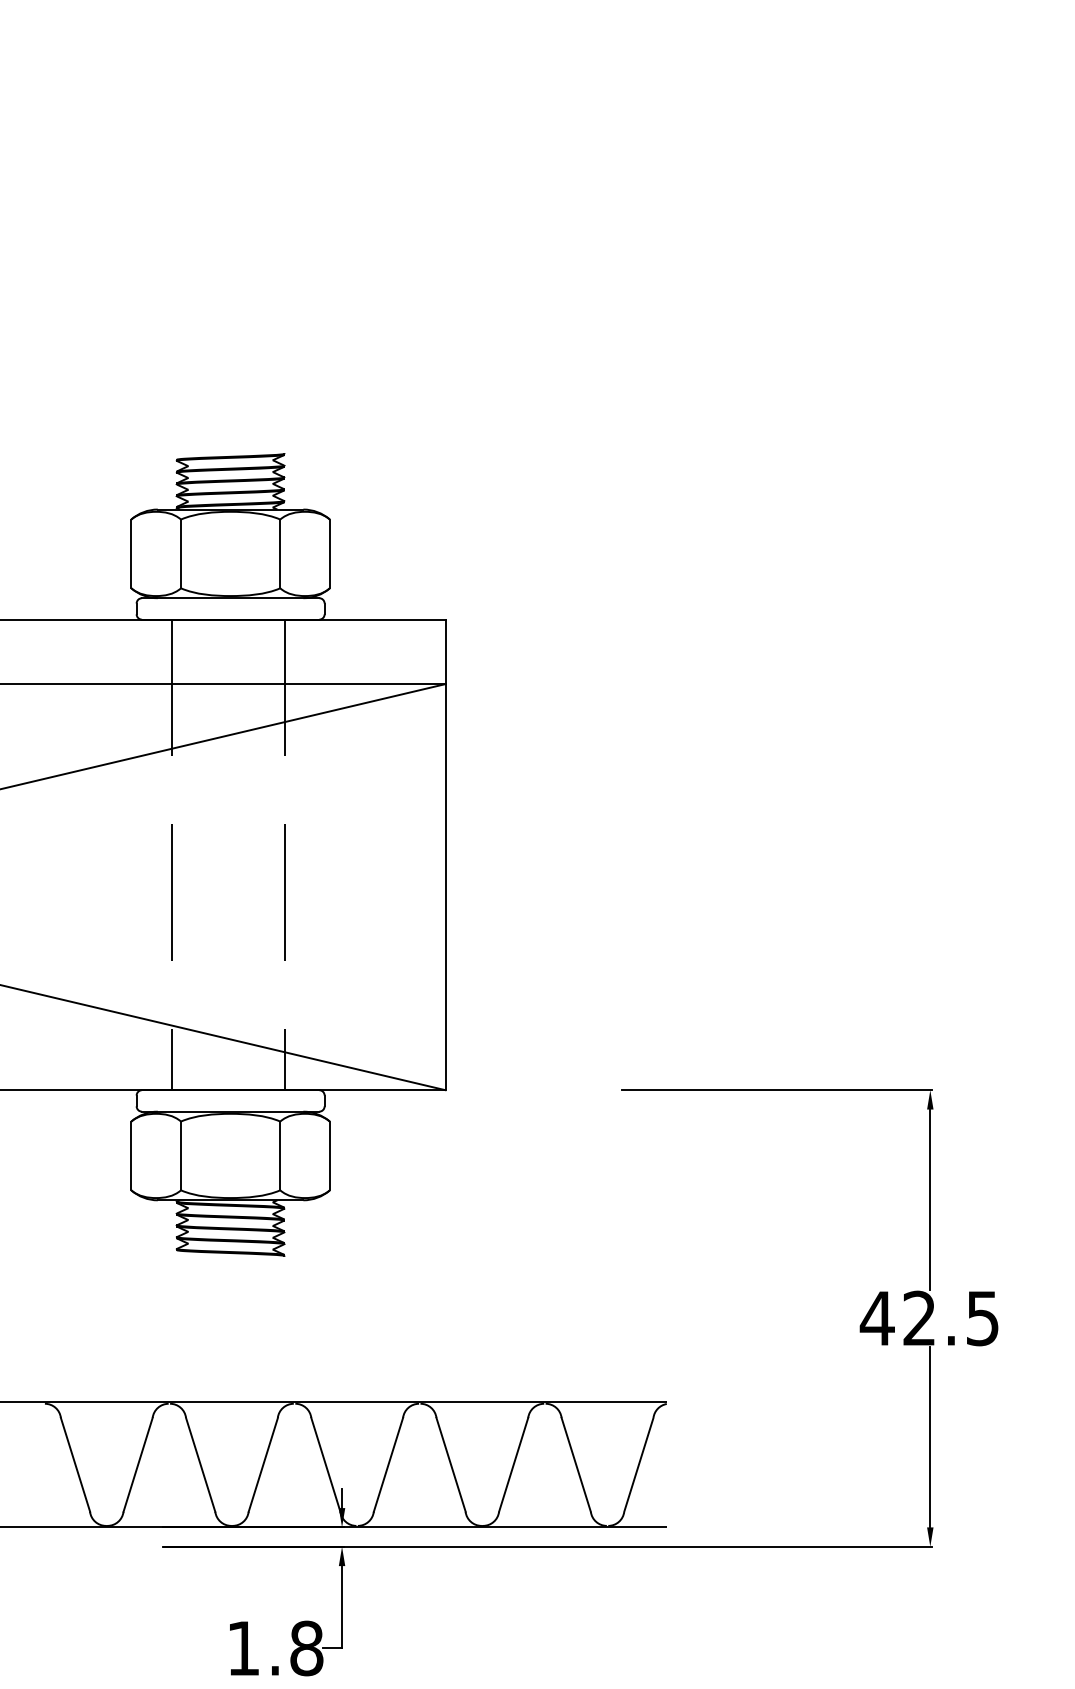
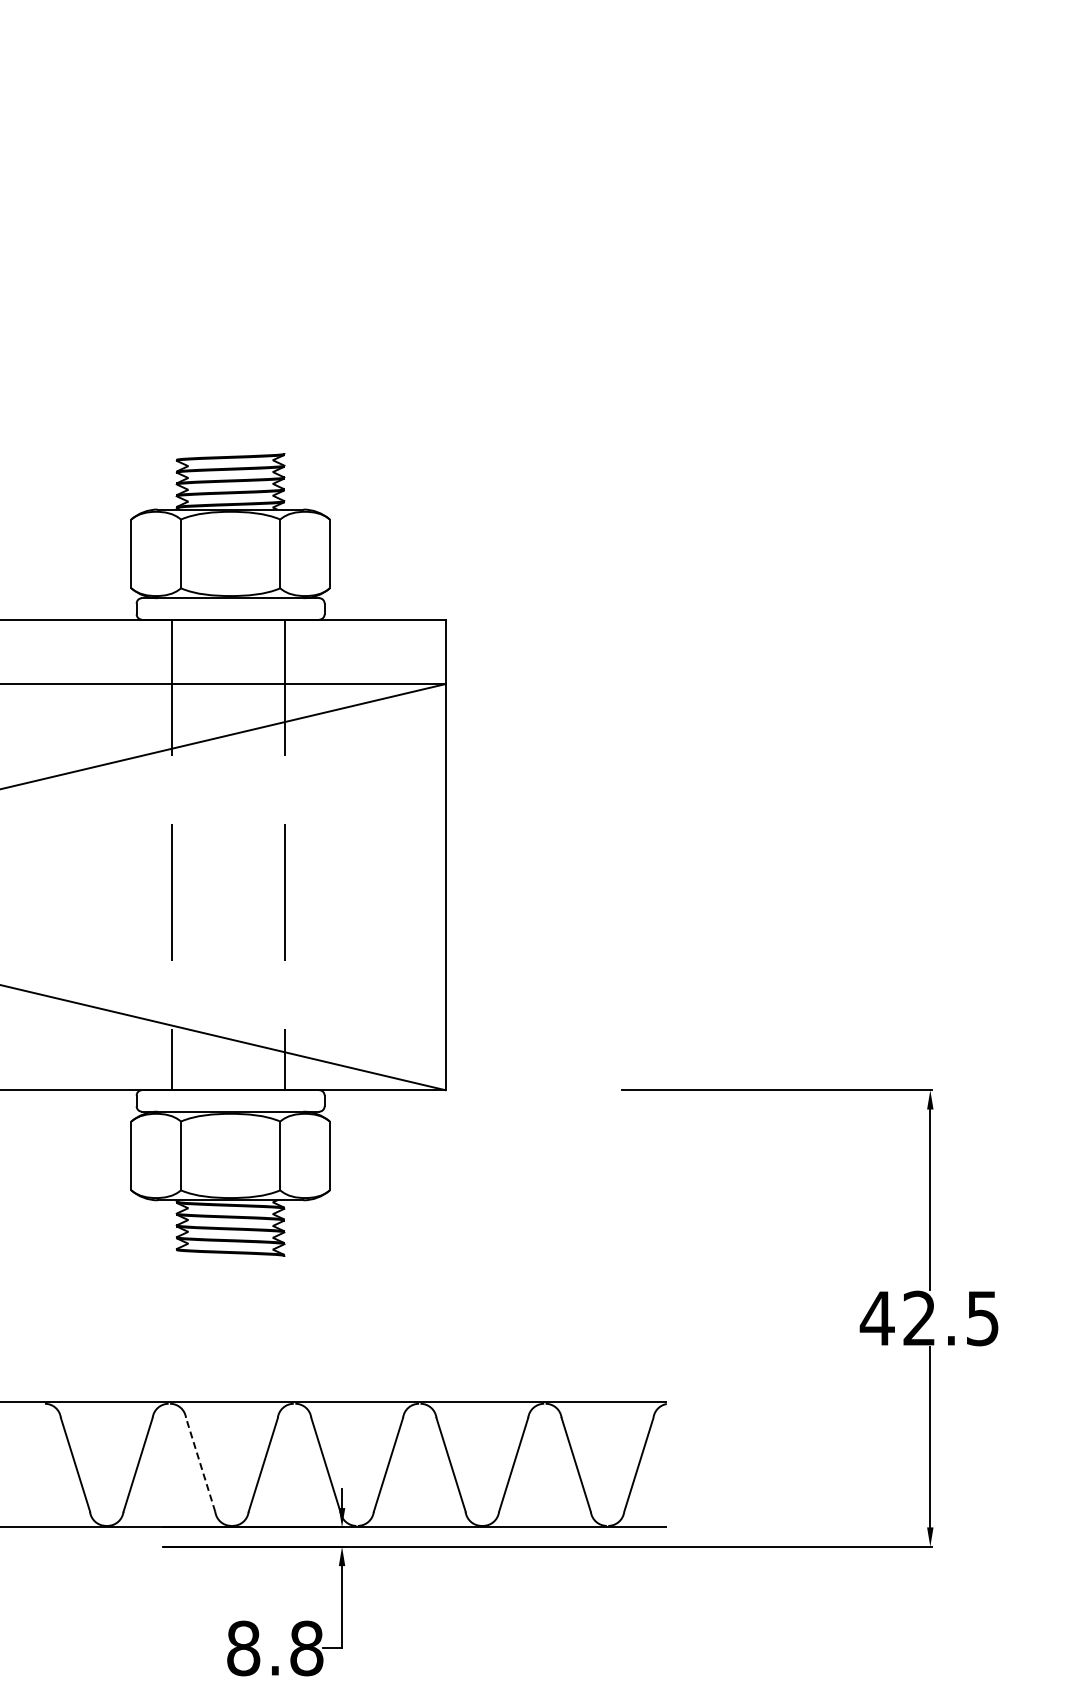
line at (200, 1464): solid -> dashed
text at (243, 1648): 1.8 -> 8.8
